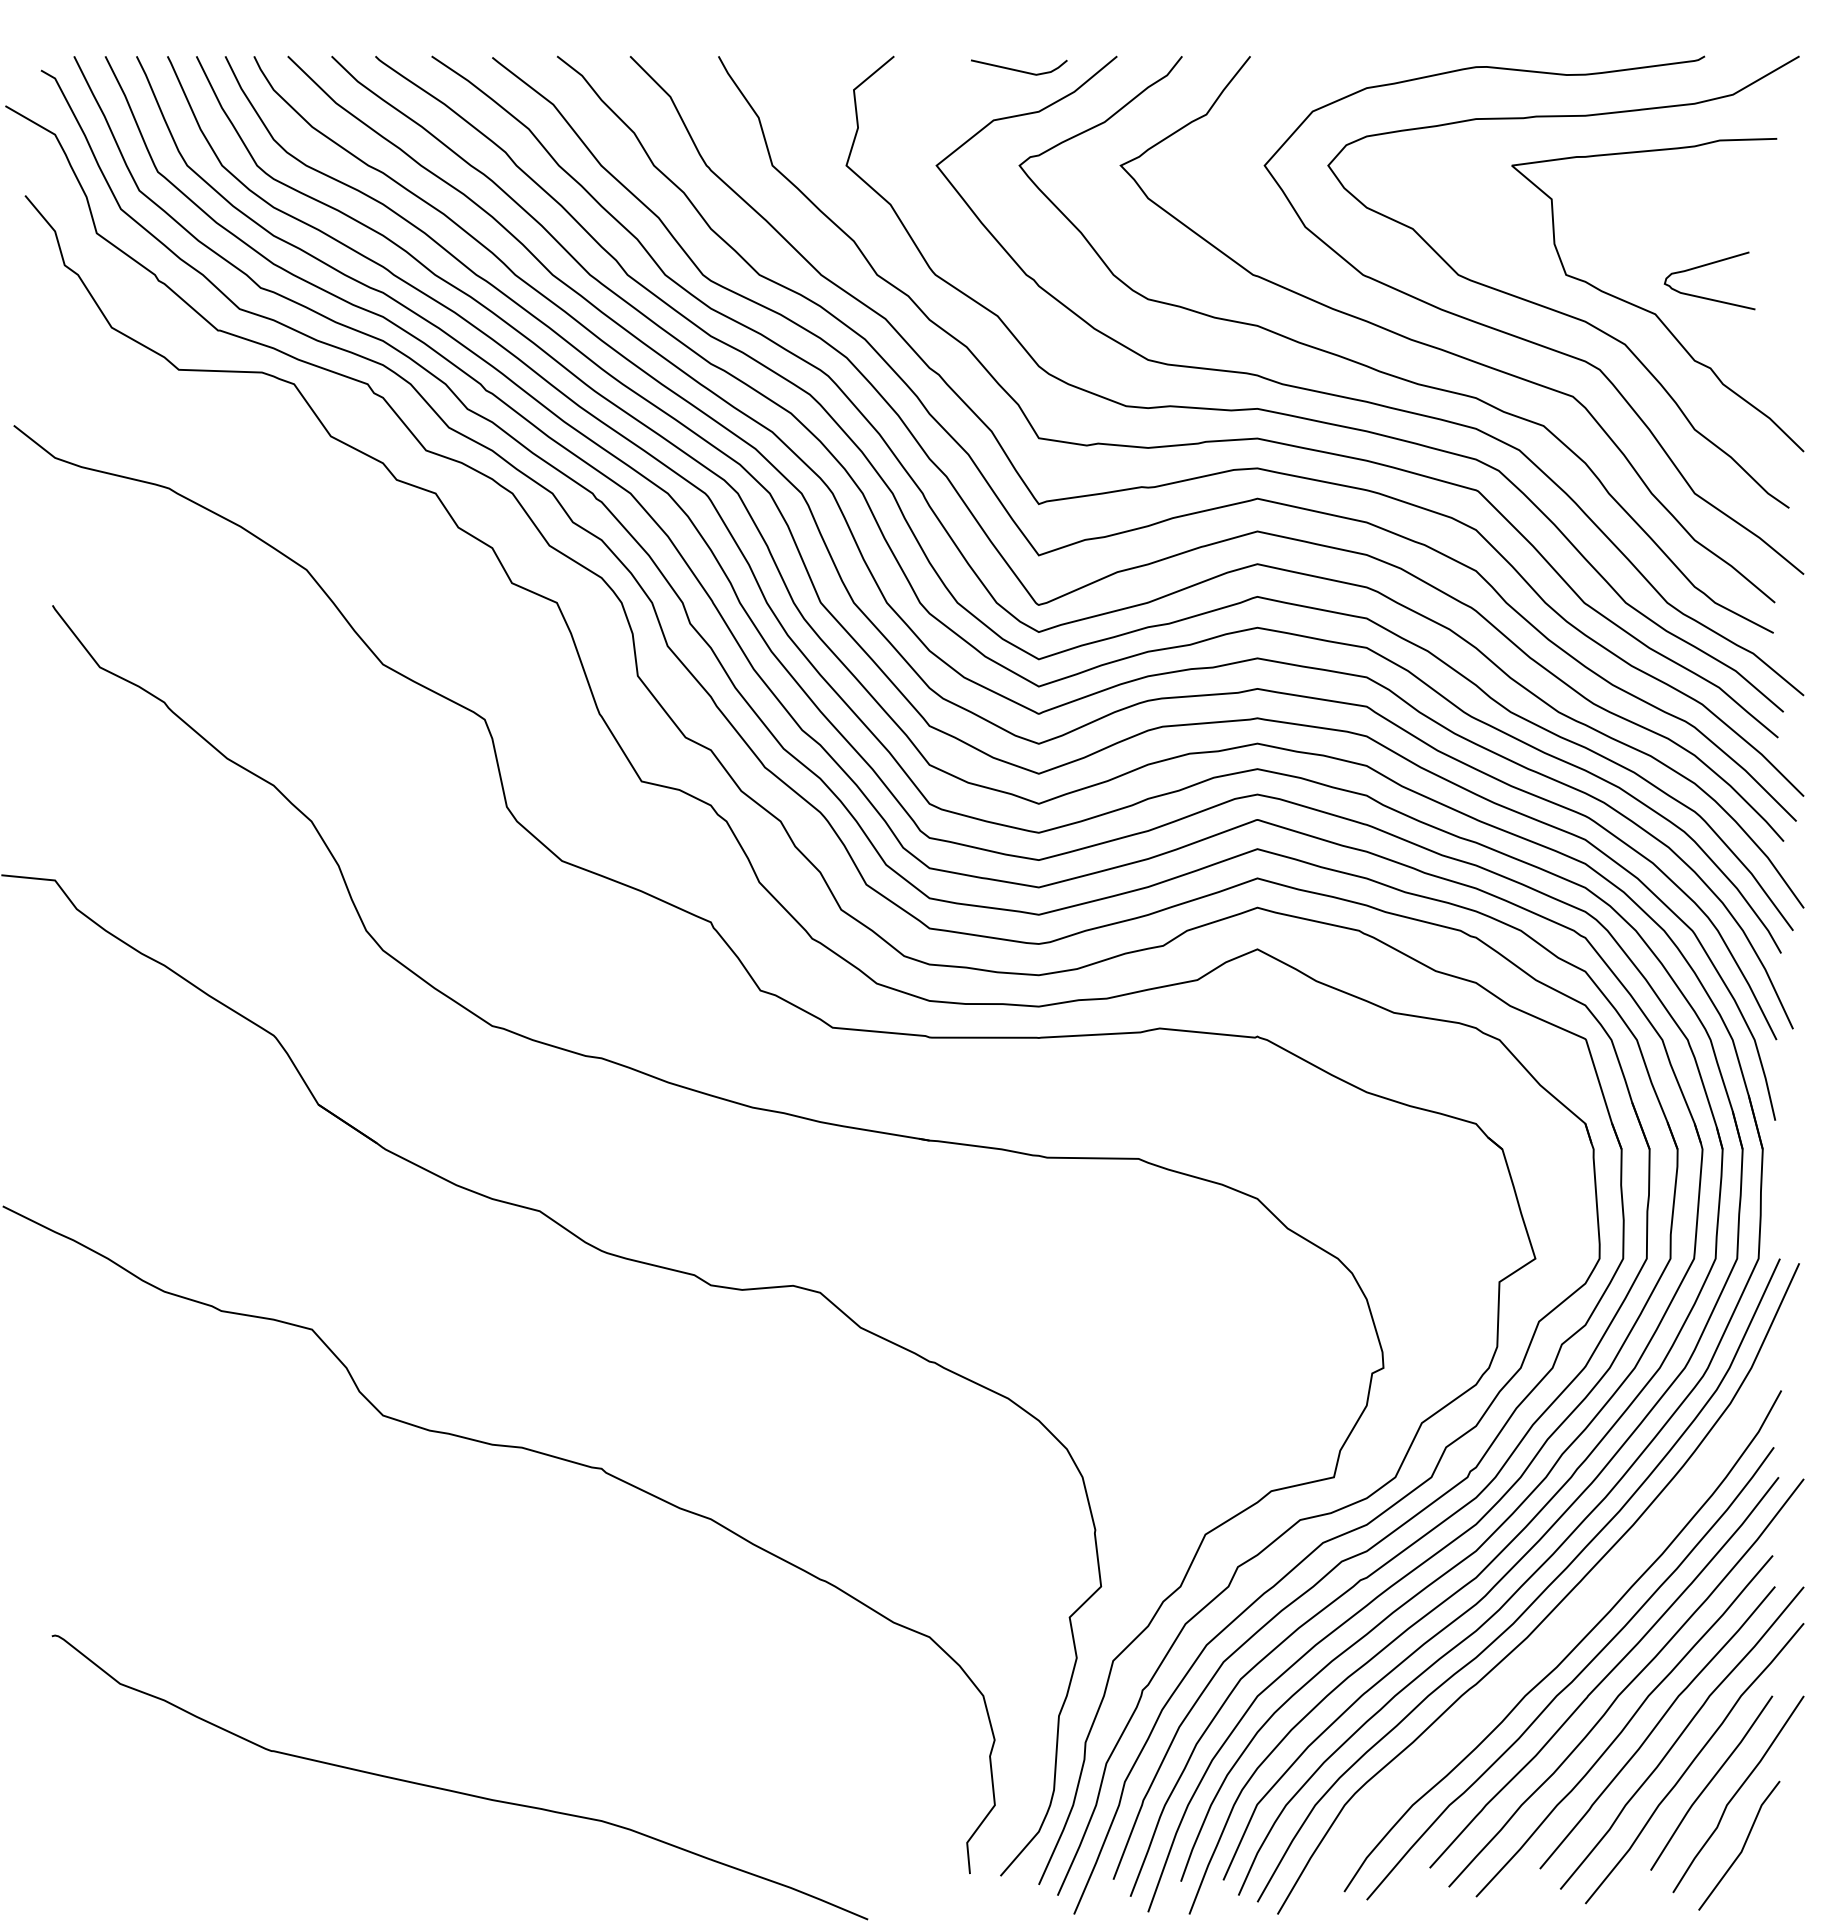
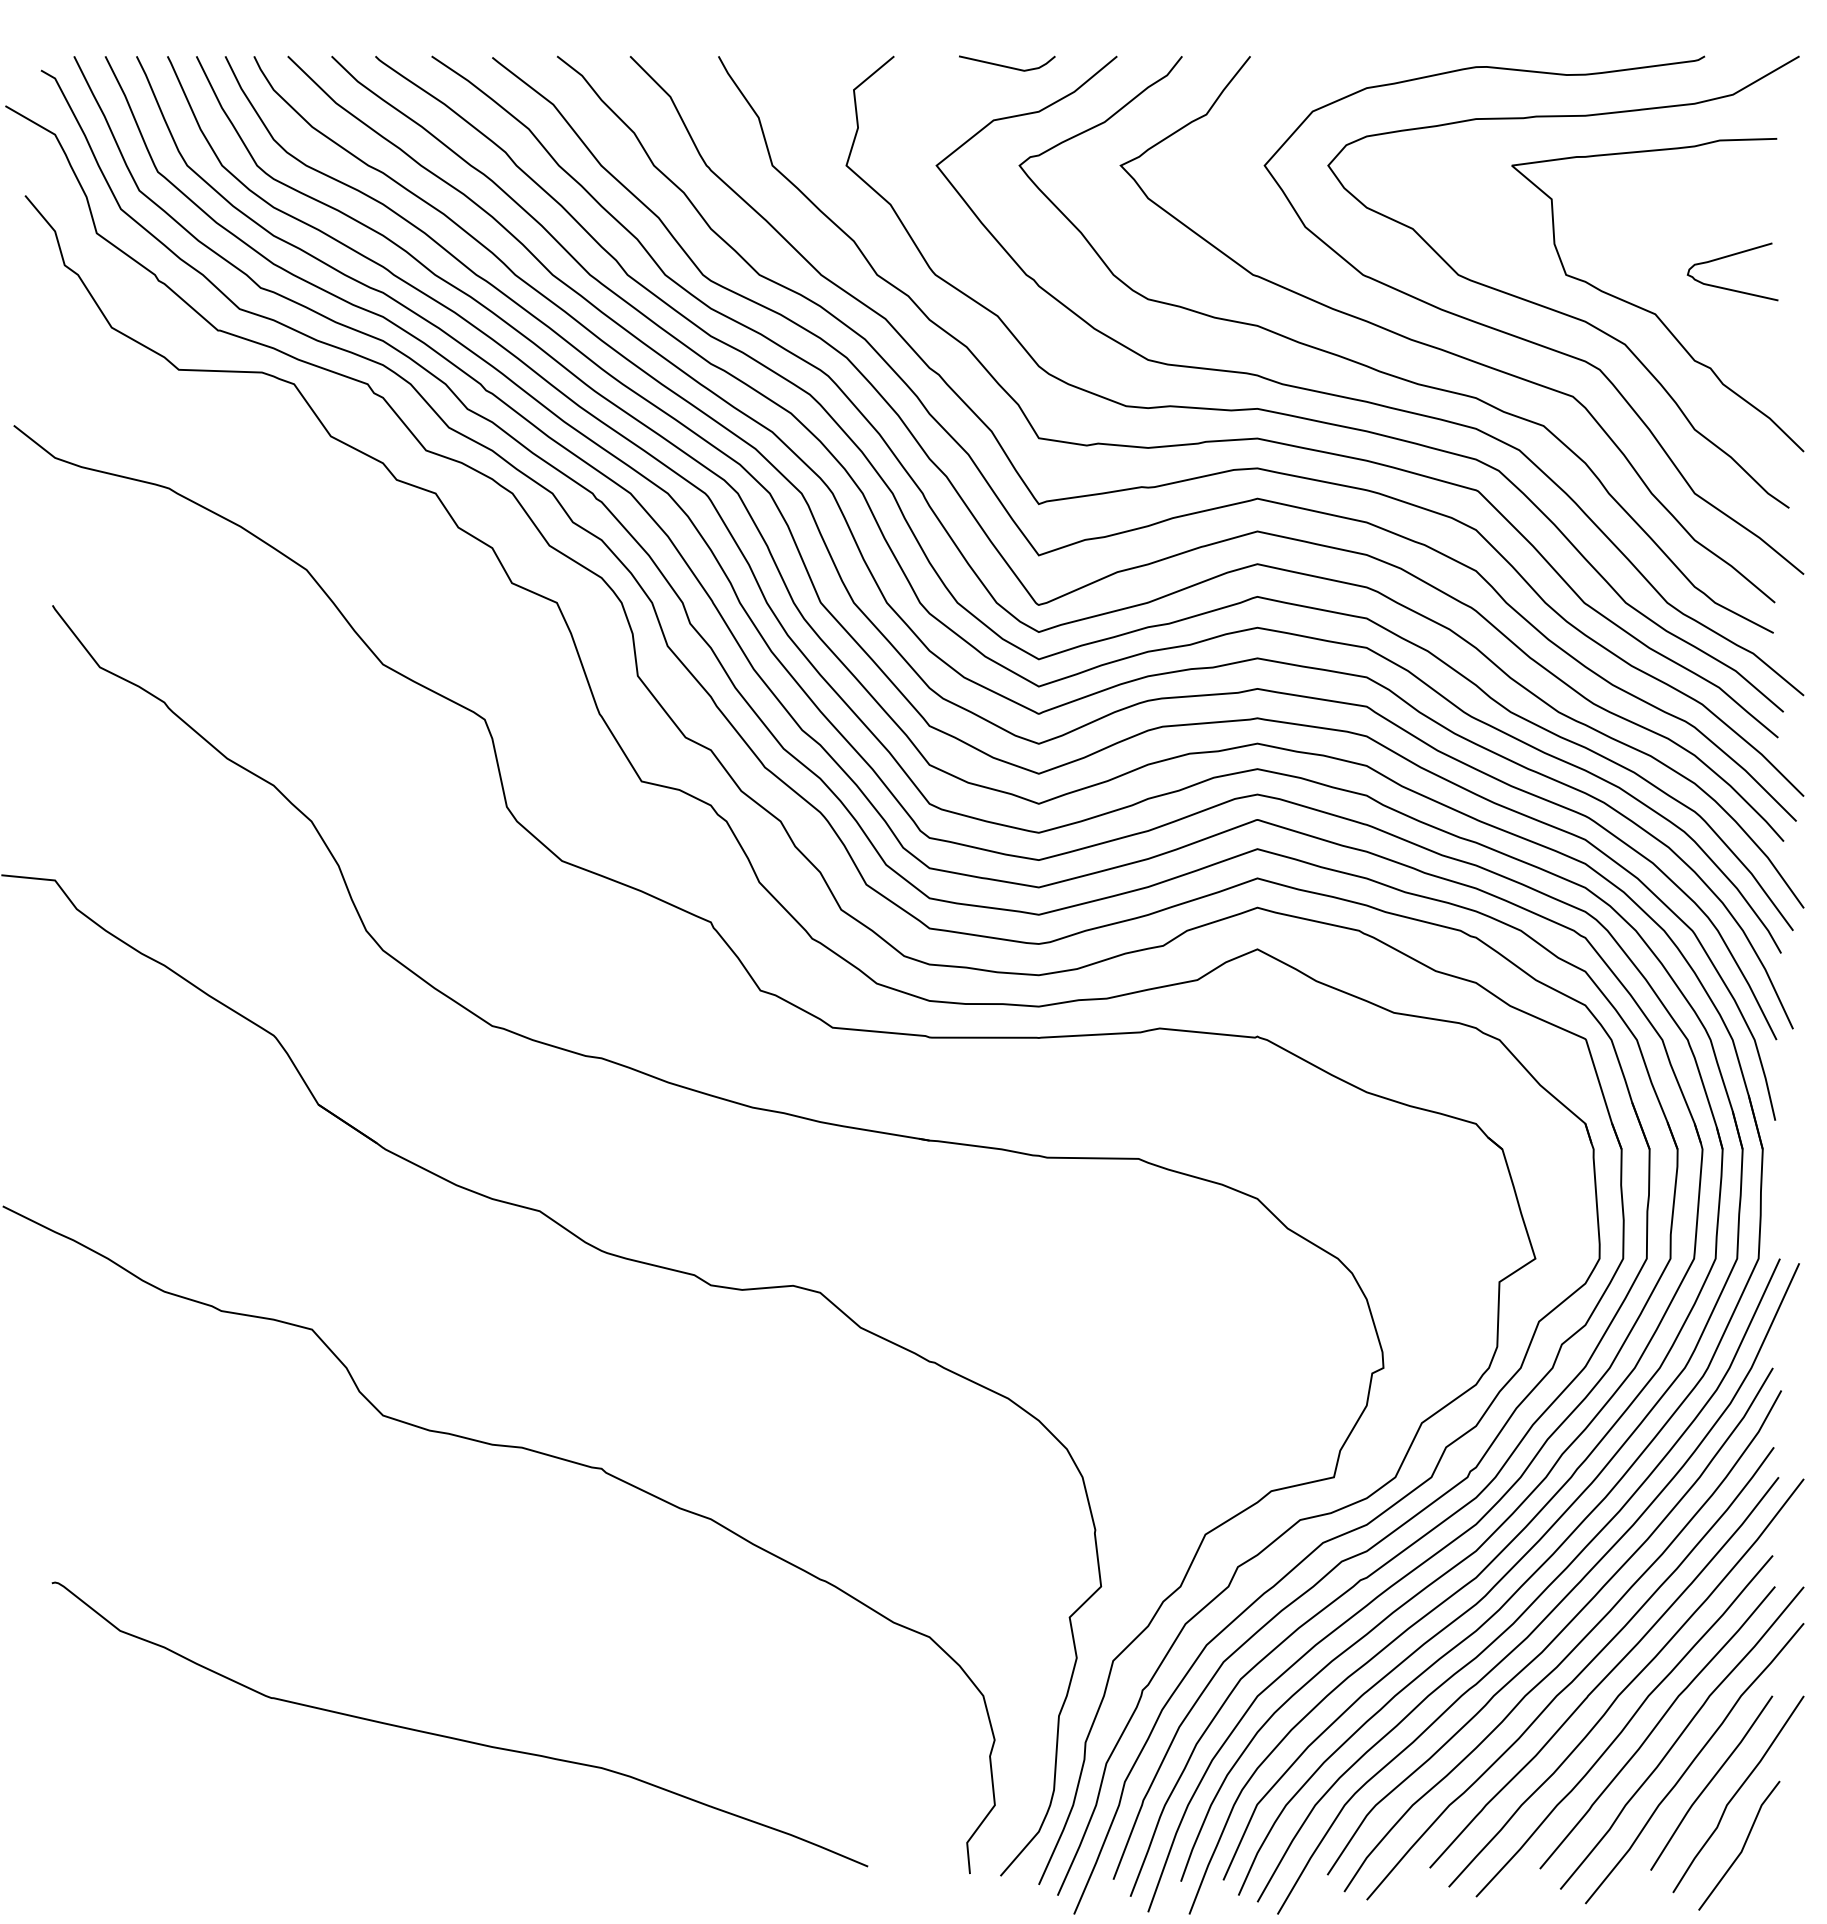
line at (1017, 69) position: (1017, 69) -> (1005, 65)
curve at (1704, 266) position: (1704, 266) -> (1727, 257)
curve at (1560, 1631): none -> present
curve at (454, 1790) position: (454, 1790) -> (454, 1737)
